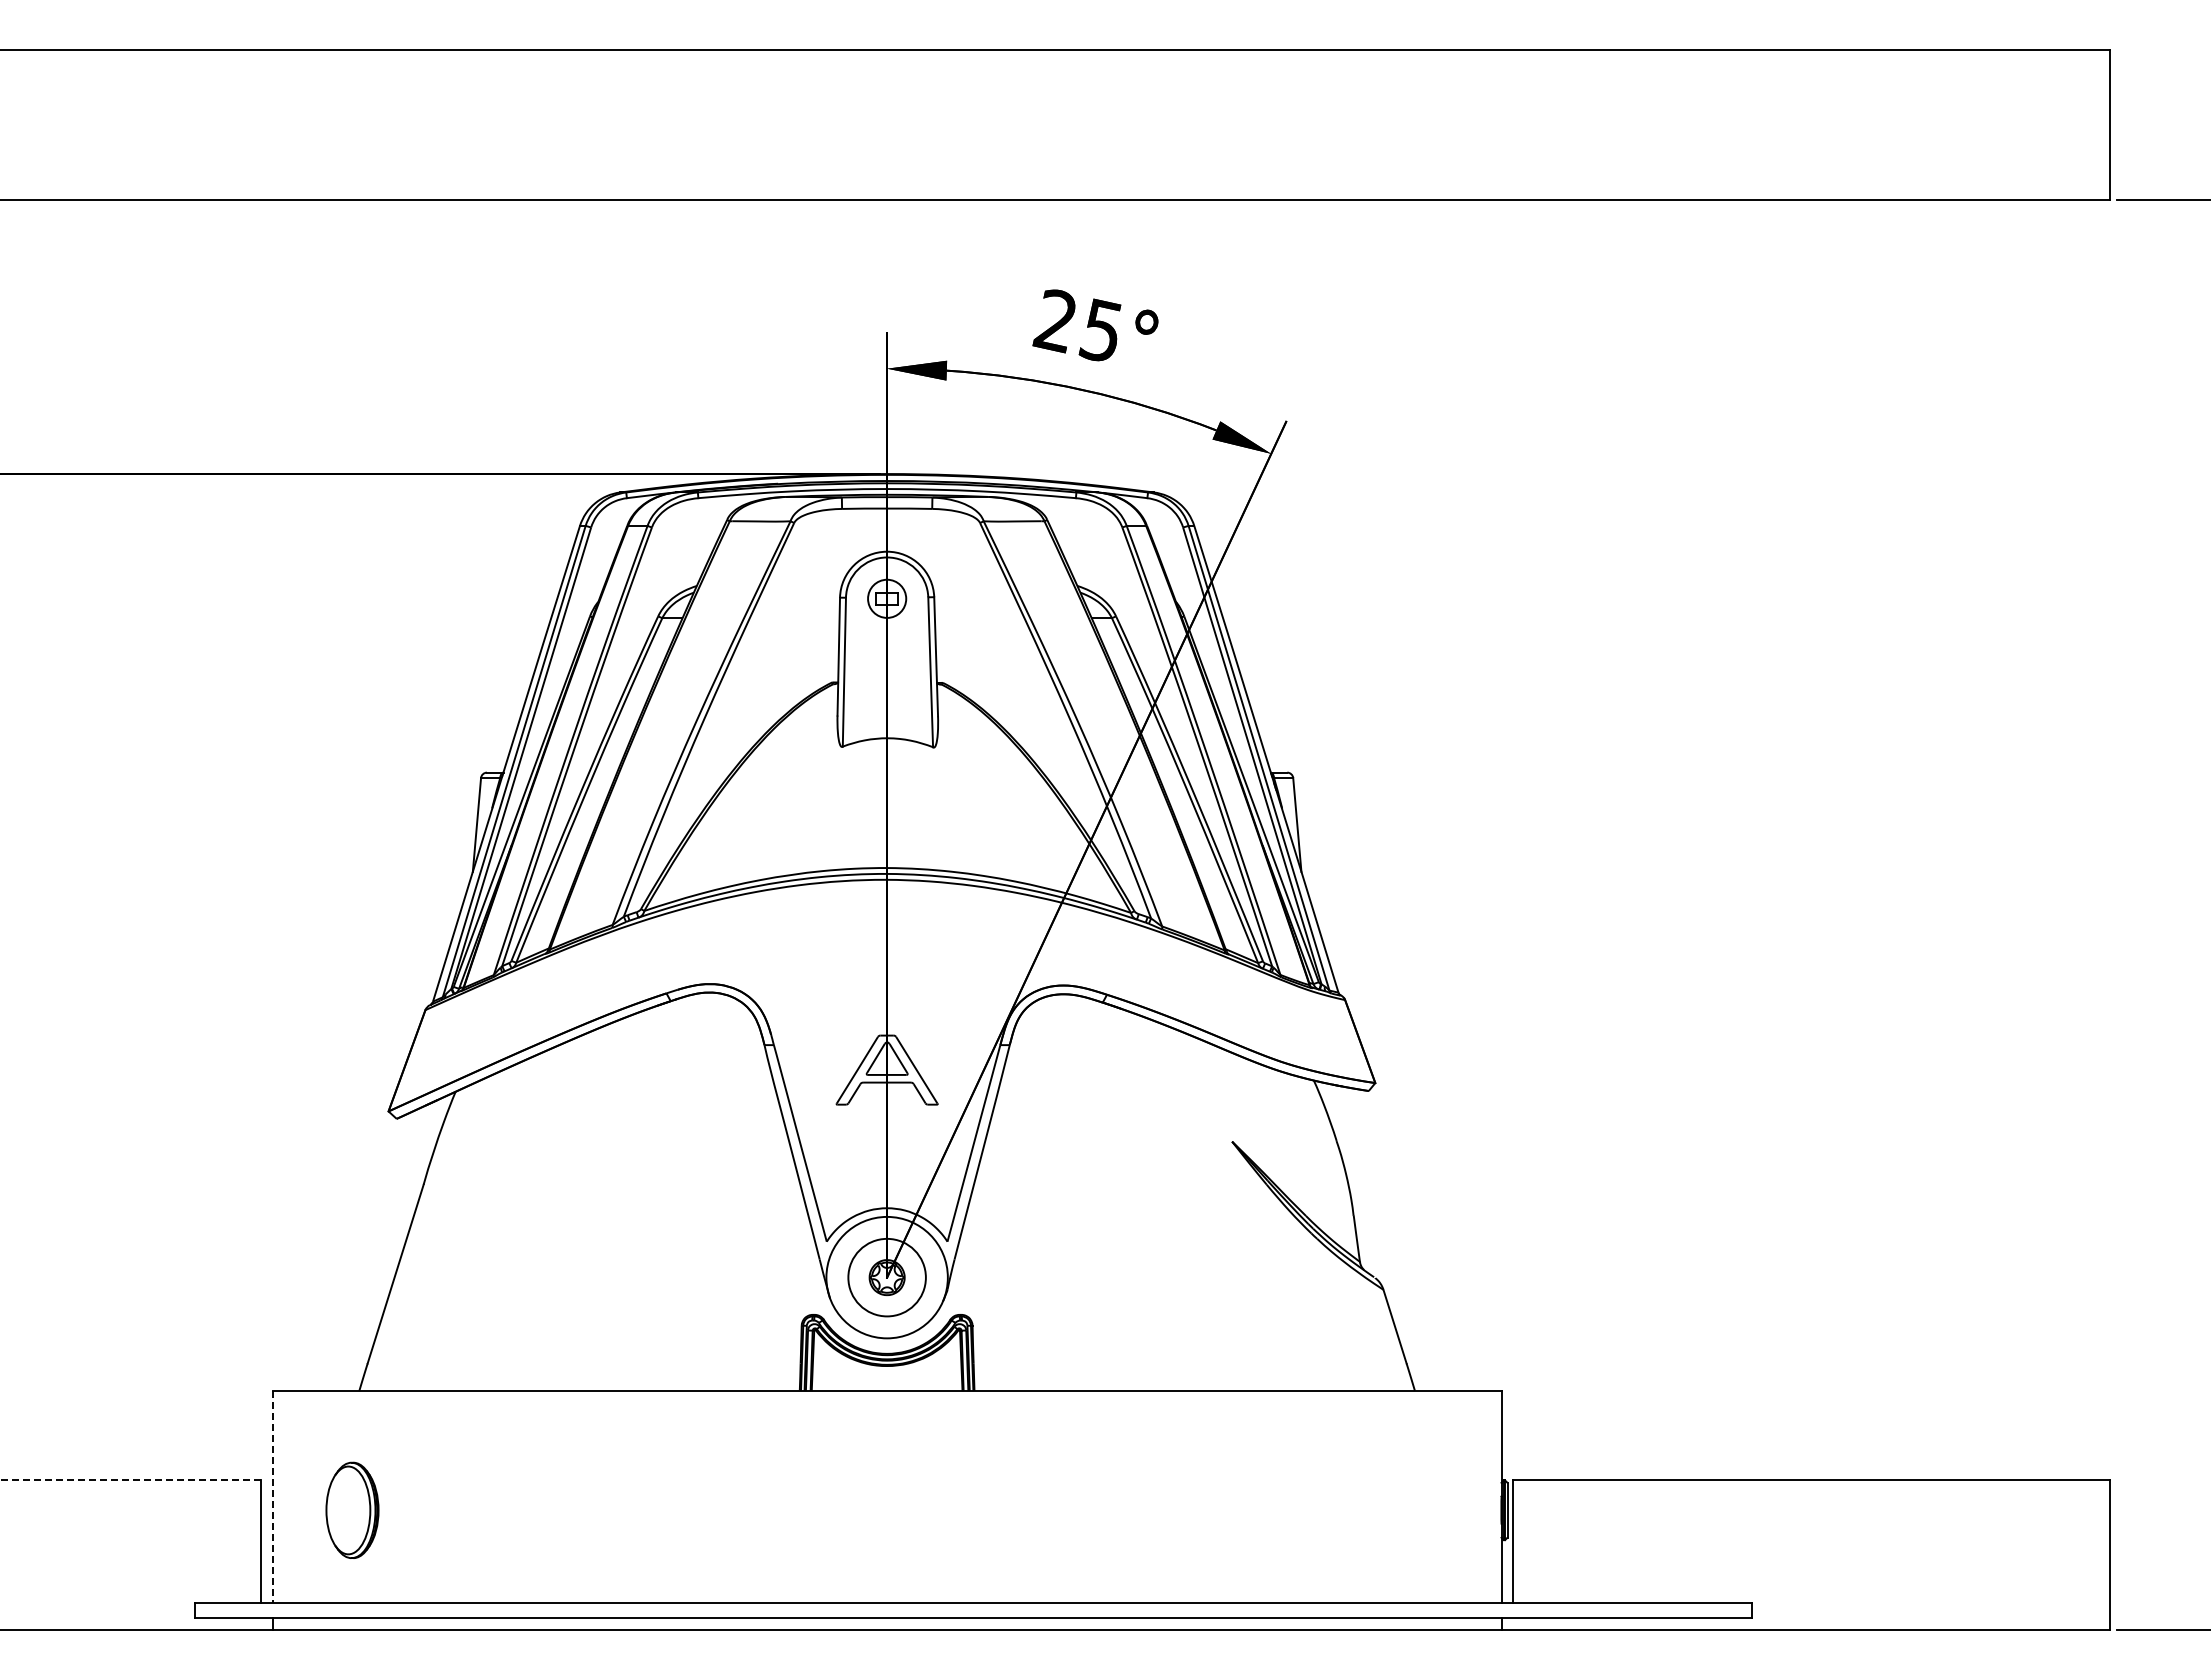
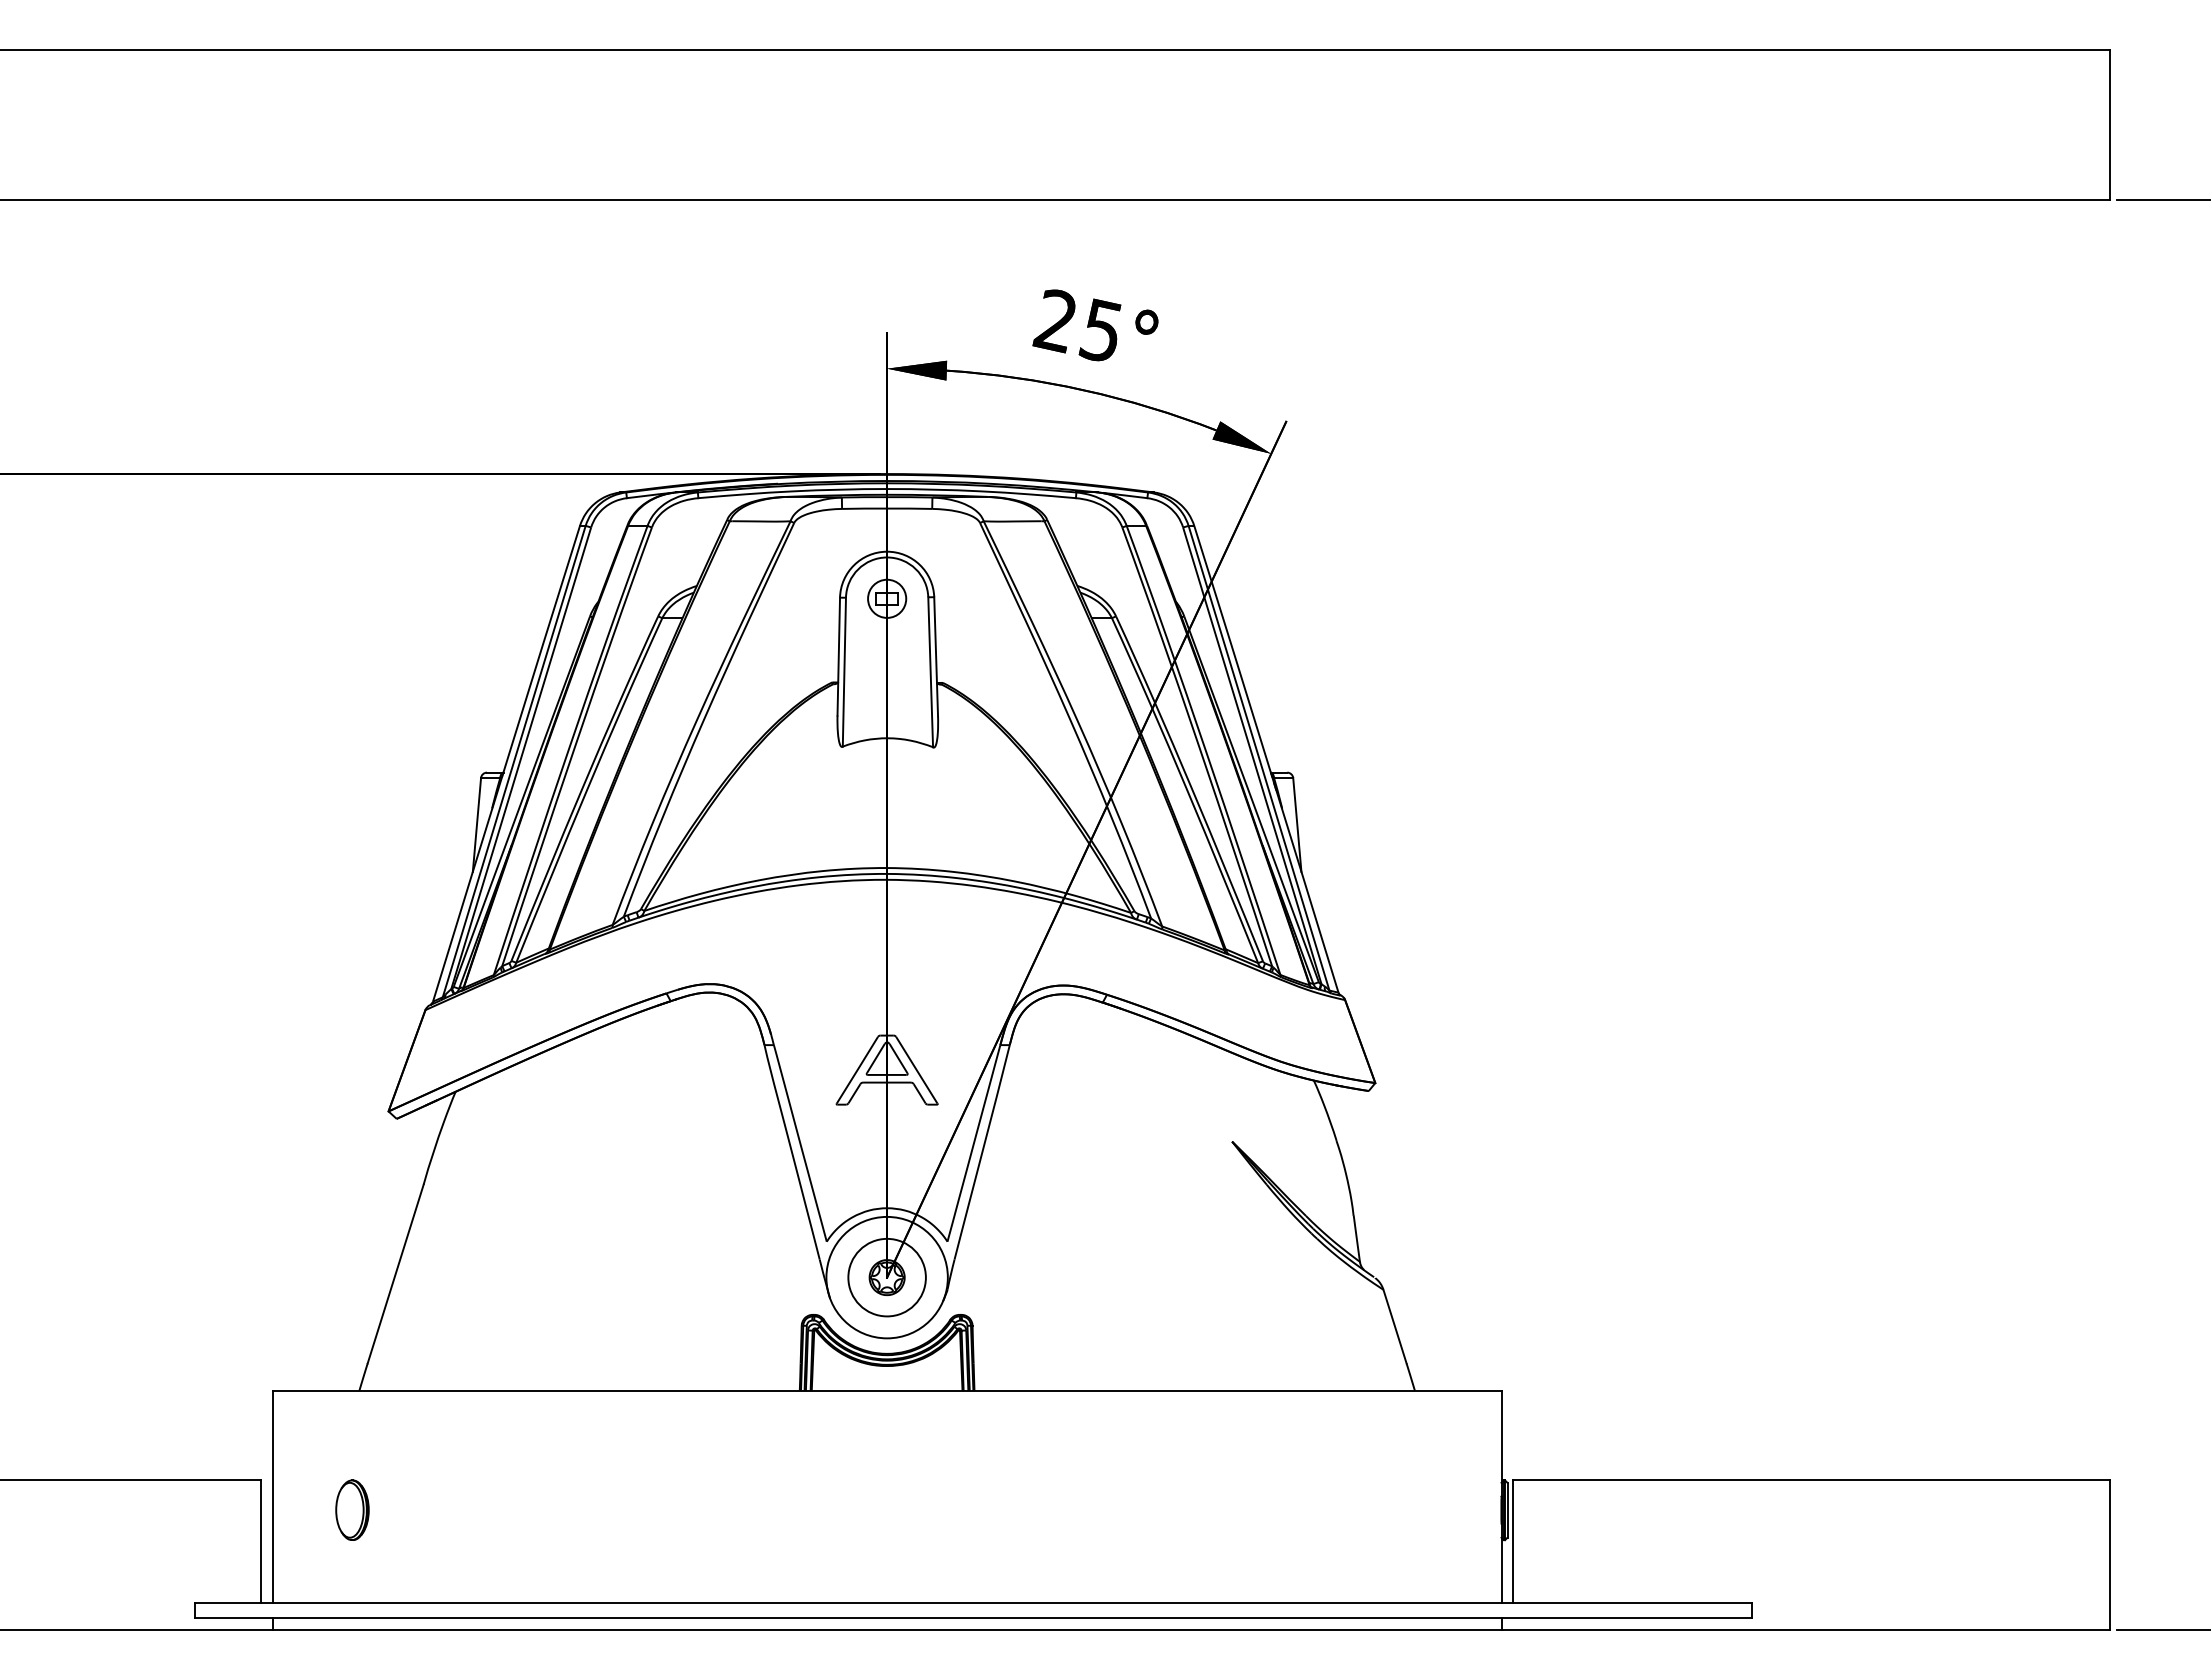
line at (129, 1480): dashed -> solid
line at (272, 1497): dashed -> solid
part at (352, 1509) size: 55x98 px -> 35x62 px
